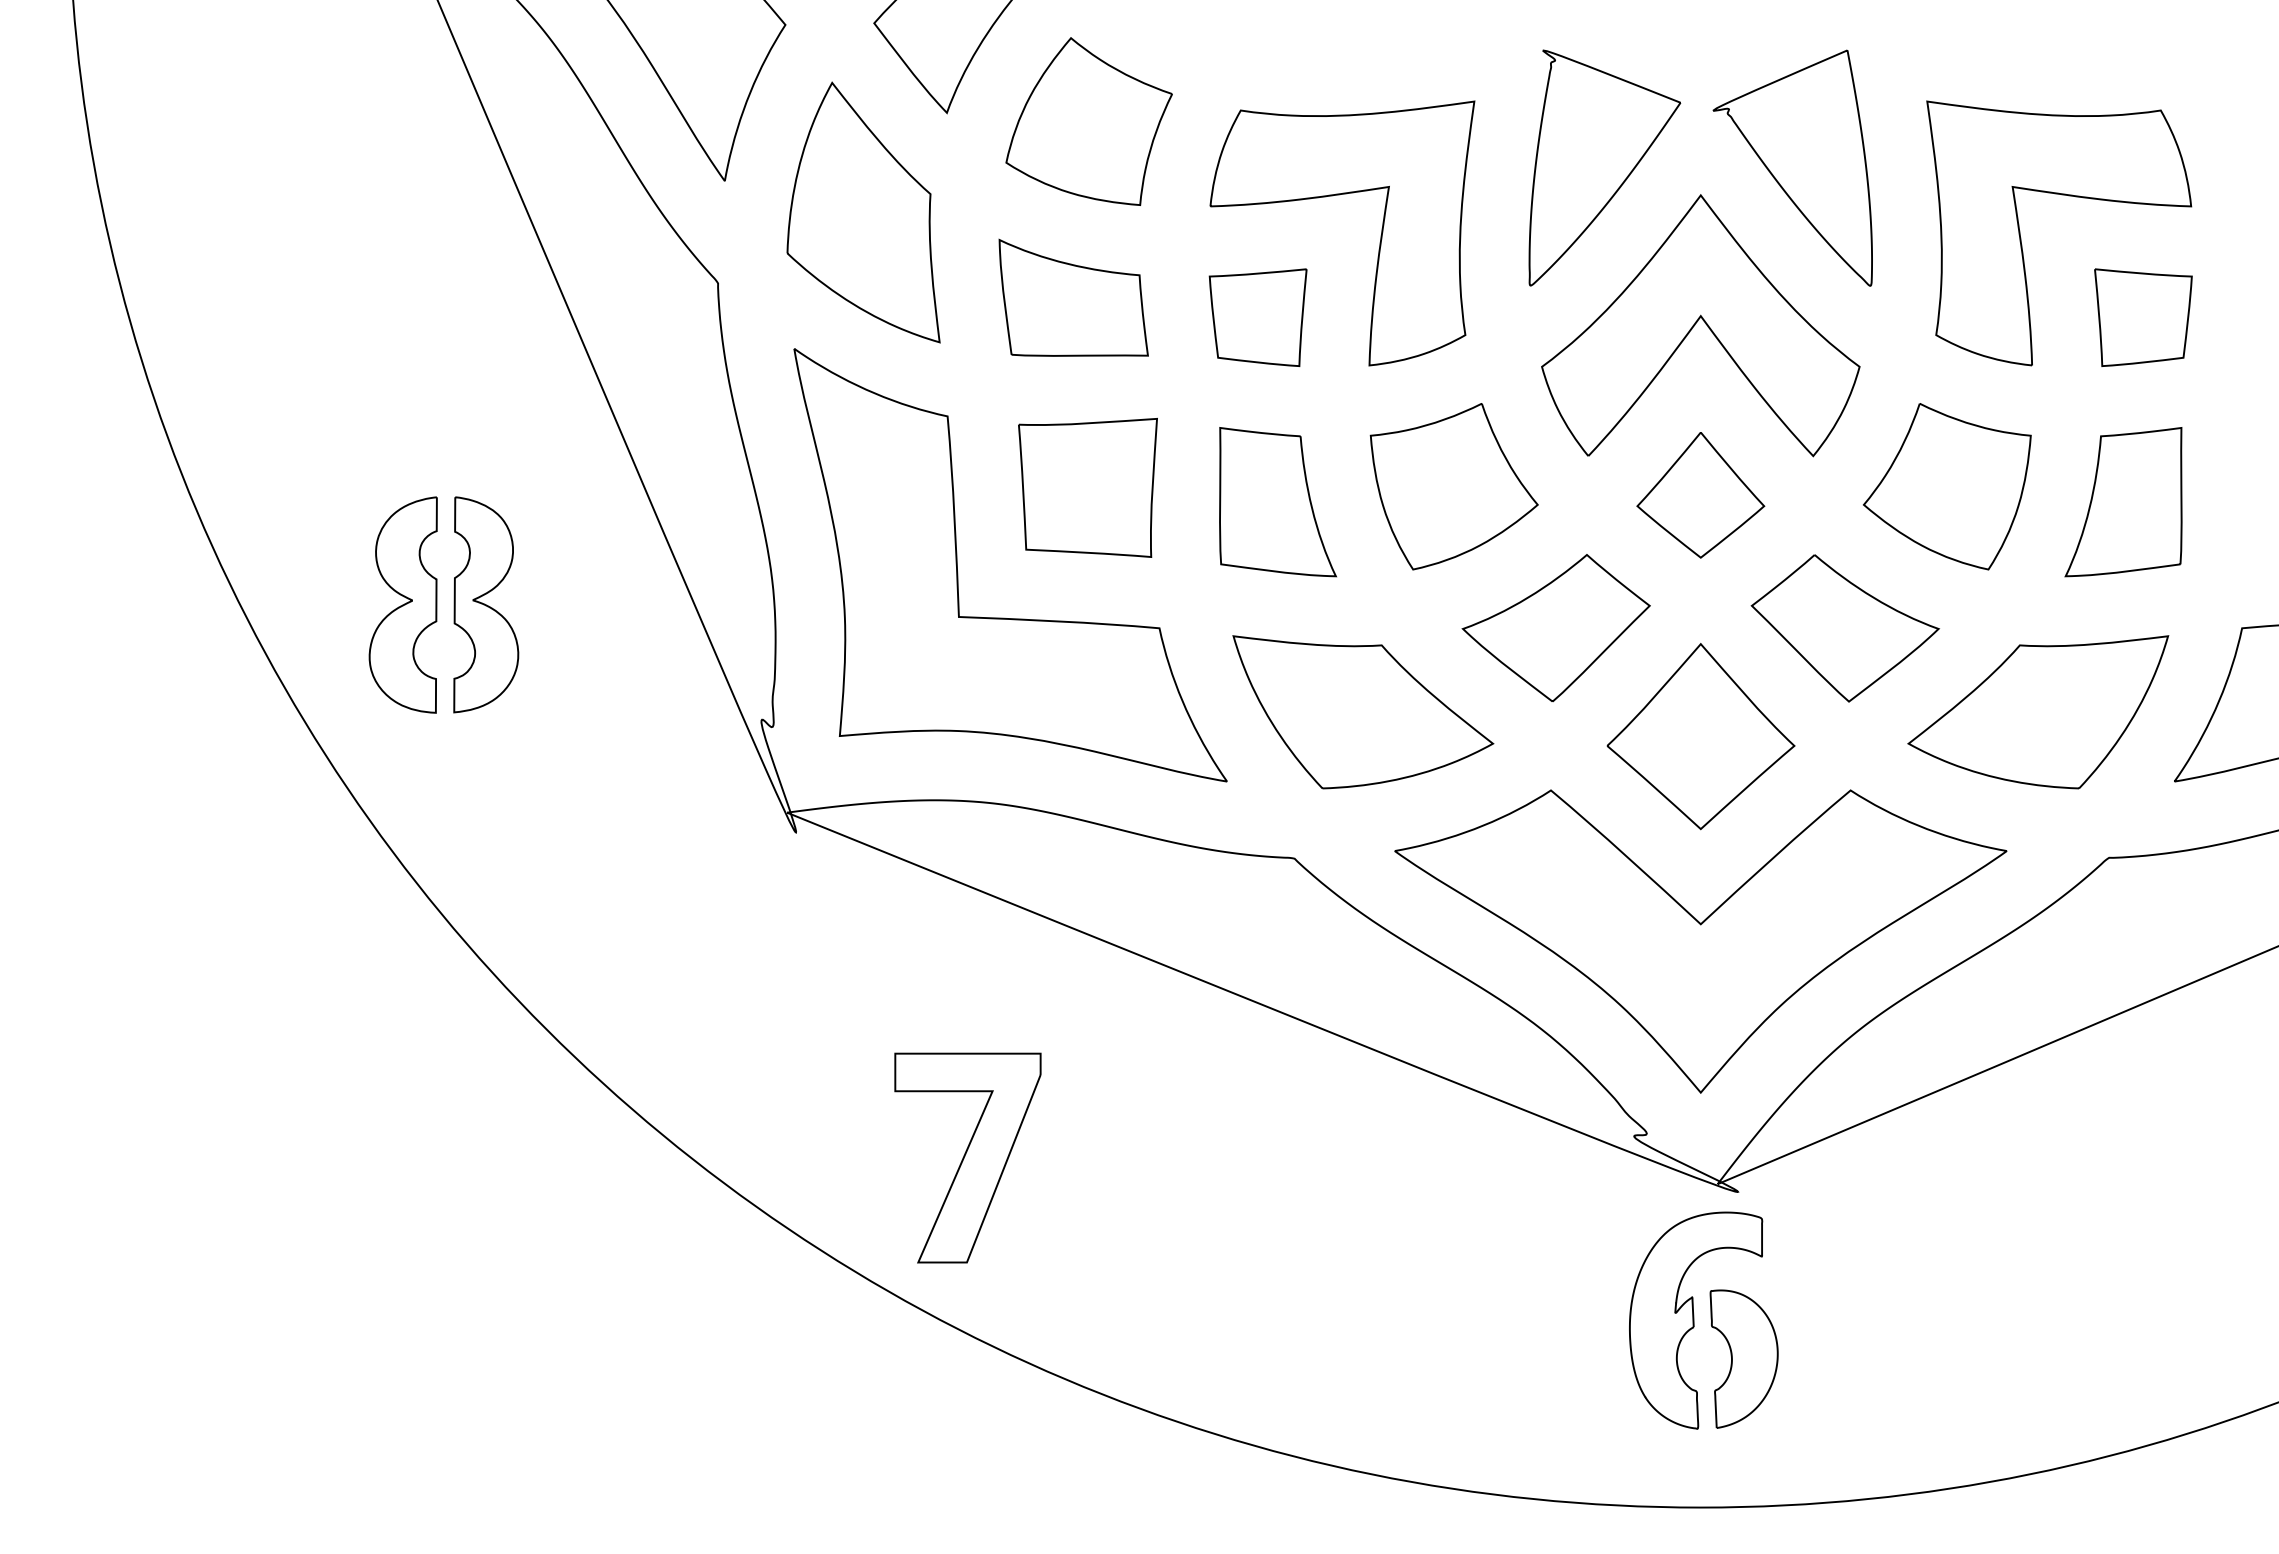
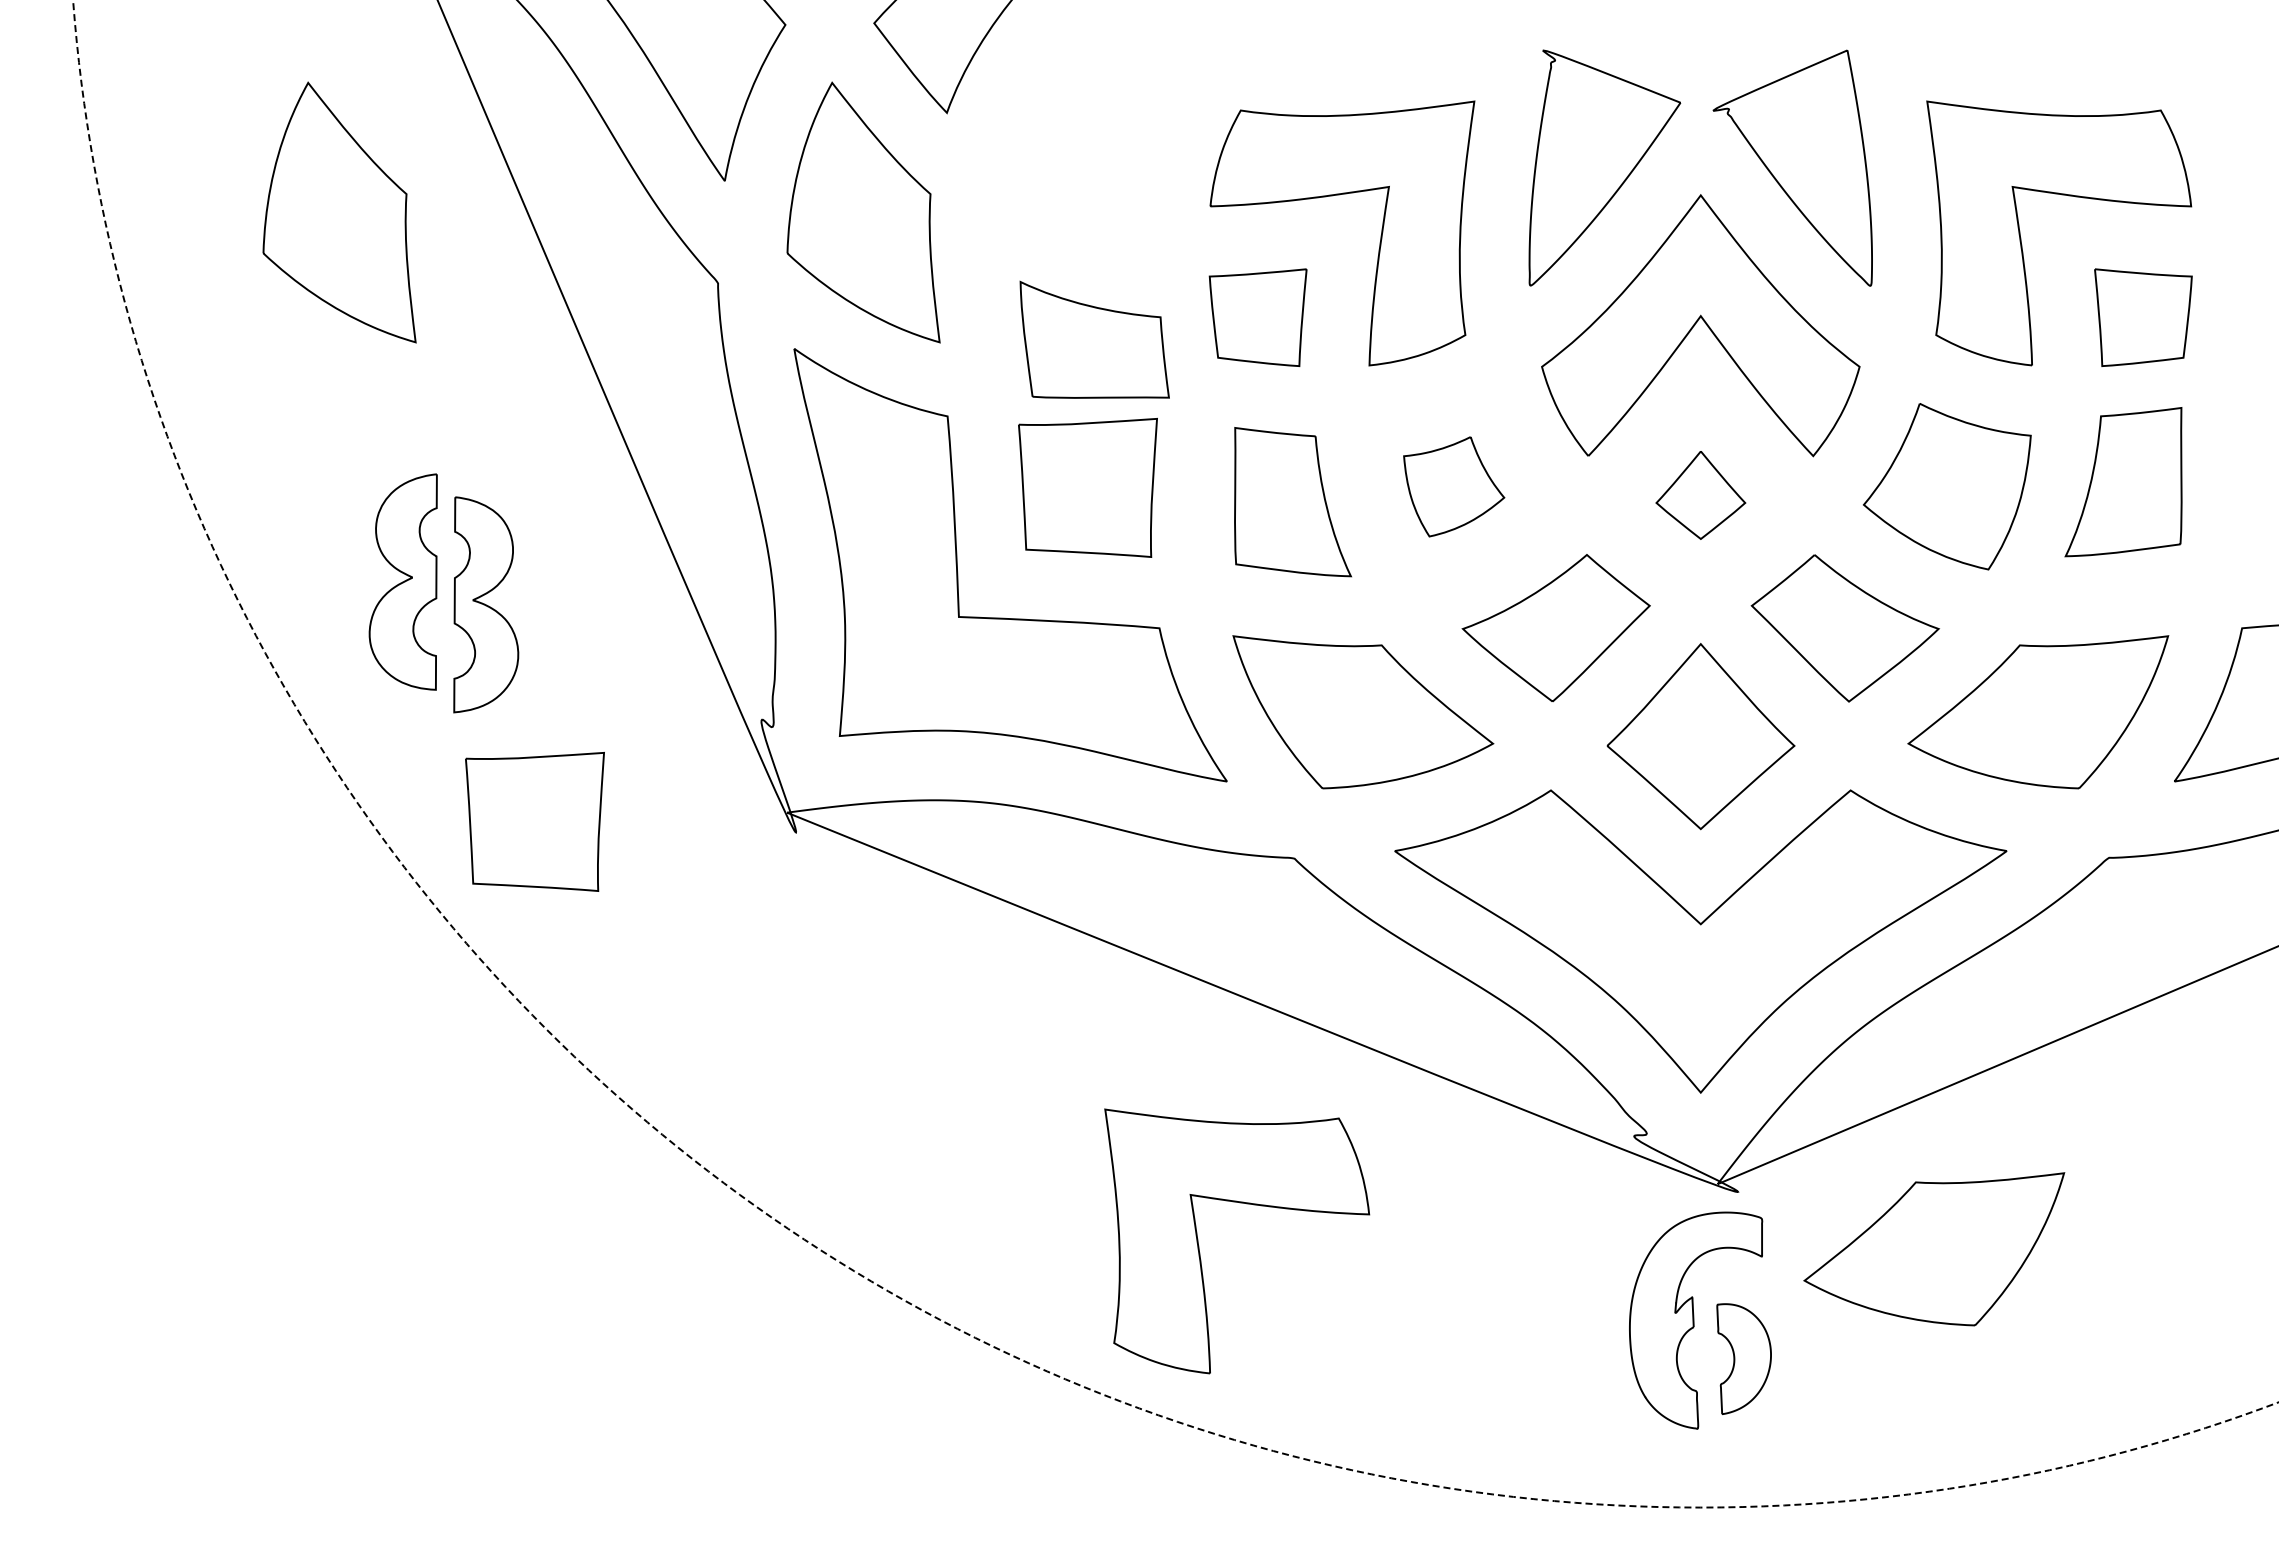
part at (1088, 121): present -> none
part at (339, 212): none -> present
part at (1073, 297) position: (1073, 297) -> (1094, 339)
part at (1453, 486) size: 170x168 px -> 103x102 px
part at (1700, 495) size: 130x127 px -> 92x89 px
part at (1277, 502) position: (1277, 502) -> (1292, 502)
part at (2123, 502) position: (2123, 502) -> (2123, 482)
part at (402, 604) position: (402, 604) -> (402, 581)
circle at (1175, 753): solid -> dashed
part at (534, 821): none -> present
part at (967, 1157): present -> none
part at (1239, 1203): none -> present
part at (1934, 1249): none -> present
part at (1743, 1358) size: 70x140 px -> 56x112 px
